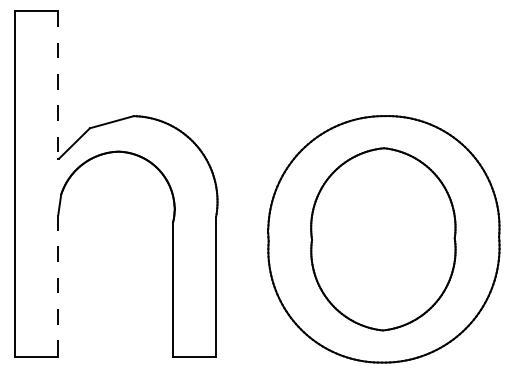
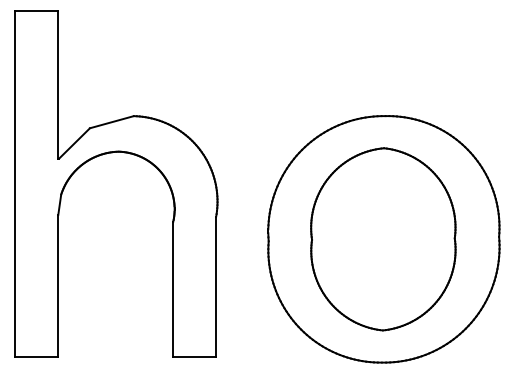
line at (58, 84): dashed -> solid
line at (58, 286): dashed -> solid
